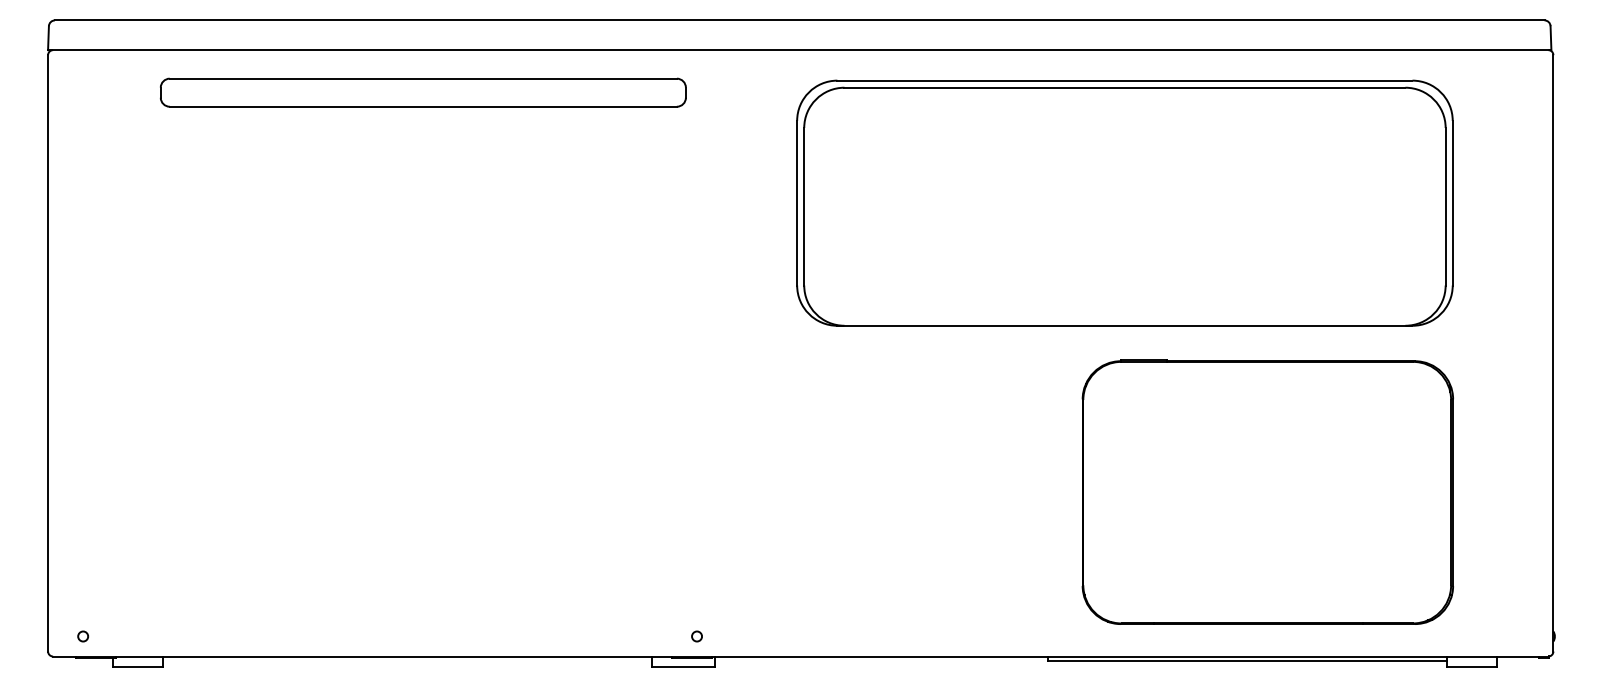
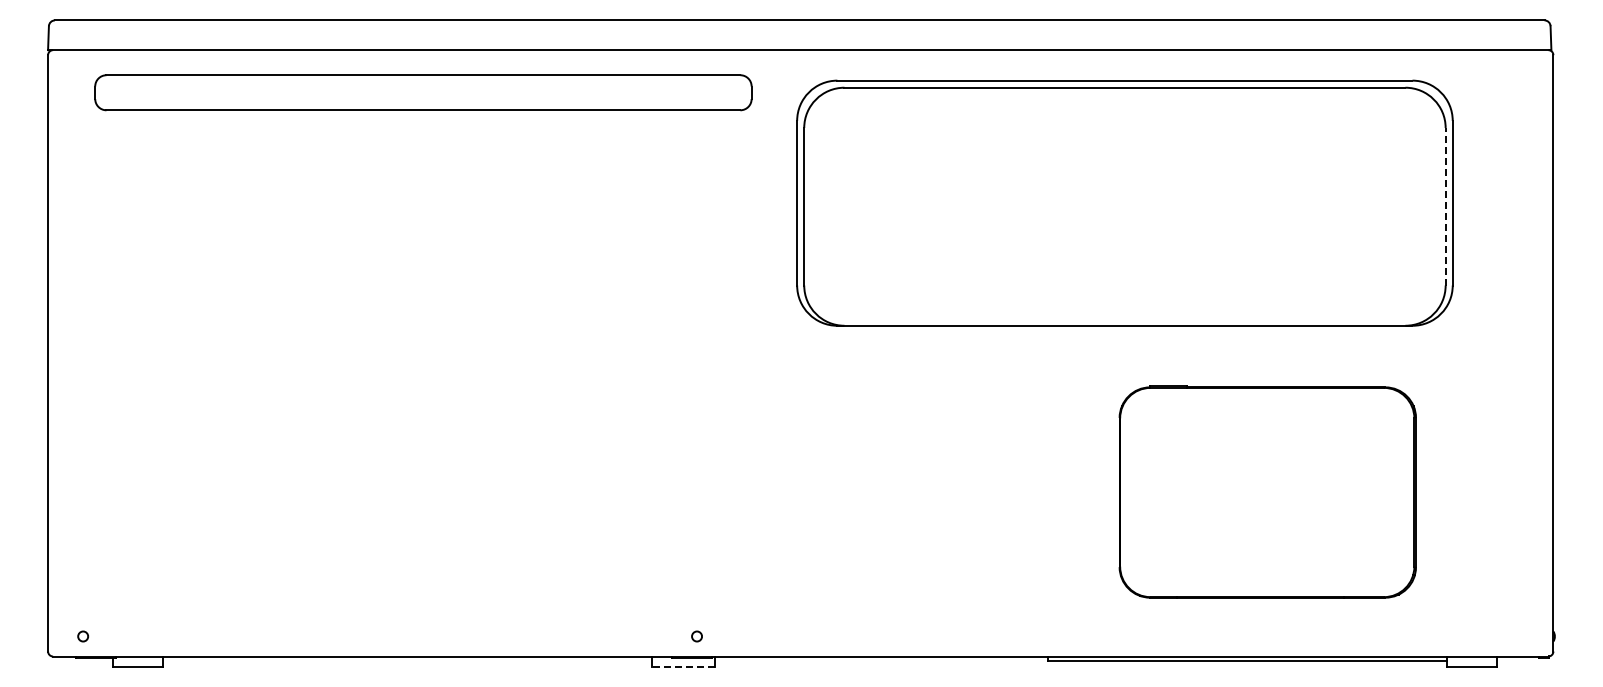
part at (422, 92) size: 528x31 px -> 659x38 px
line at (1445, 206): solid -> dashed
part at (1267, 491) size: 373x266 px -> 299x214 px
line at (682, 666): solid -> dashed
